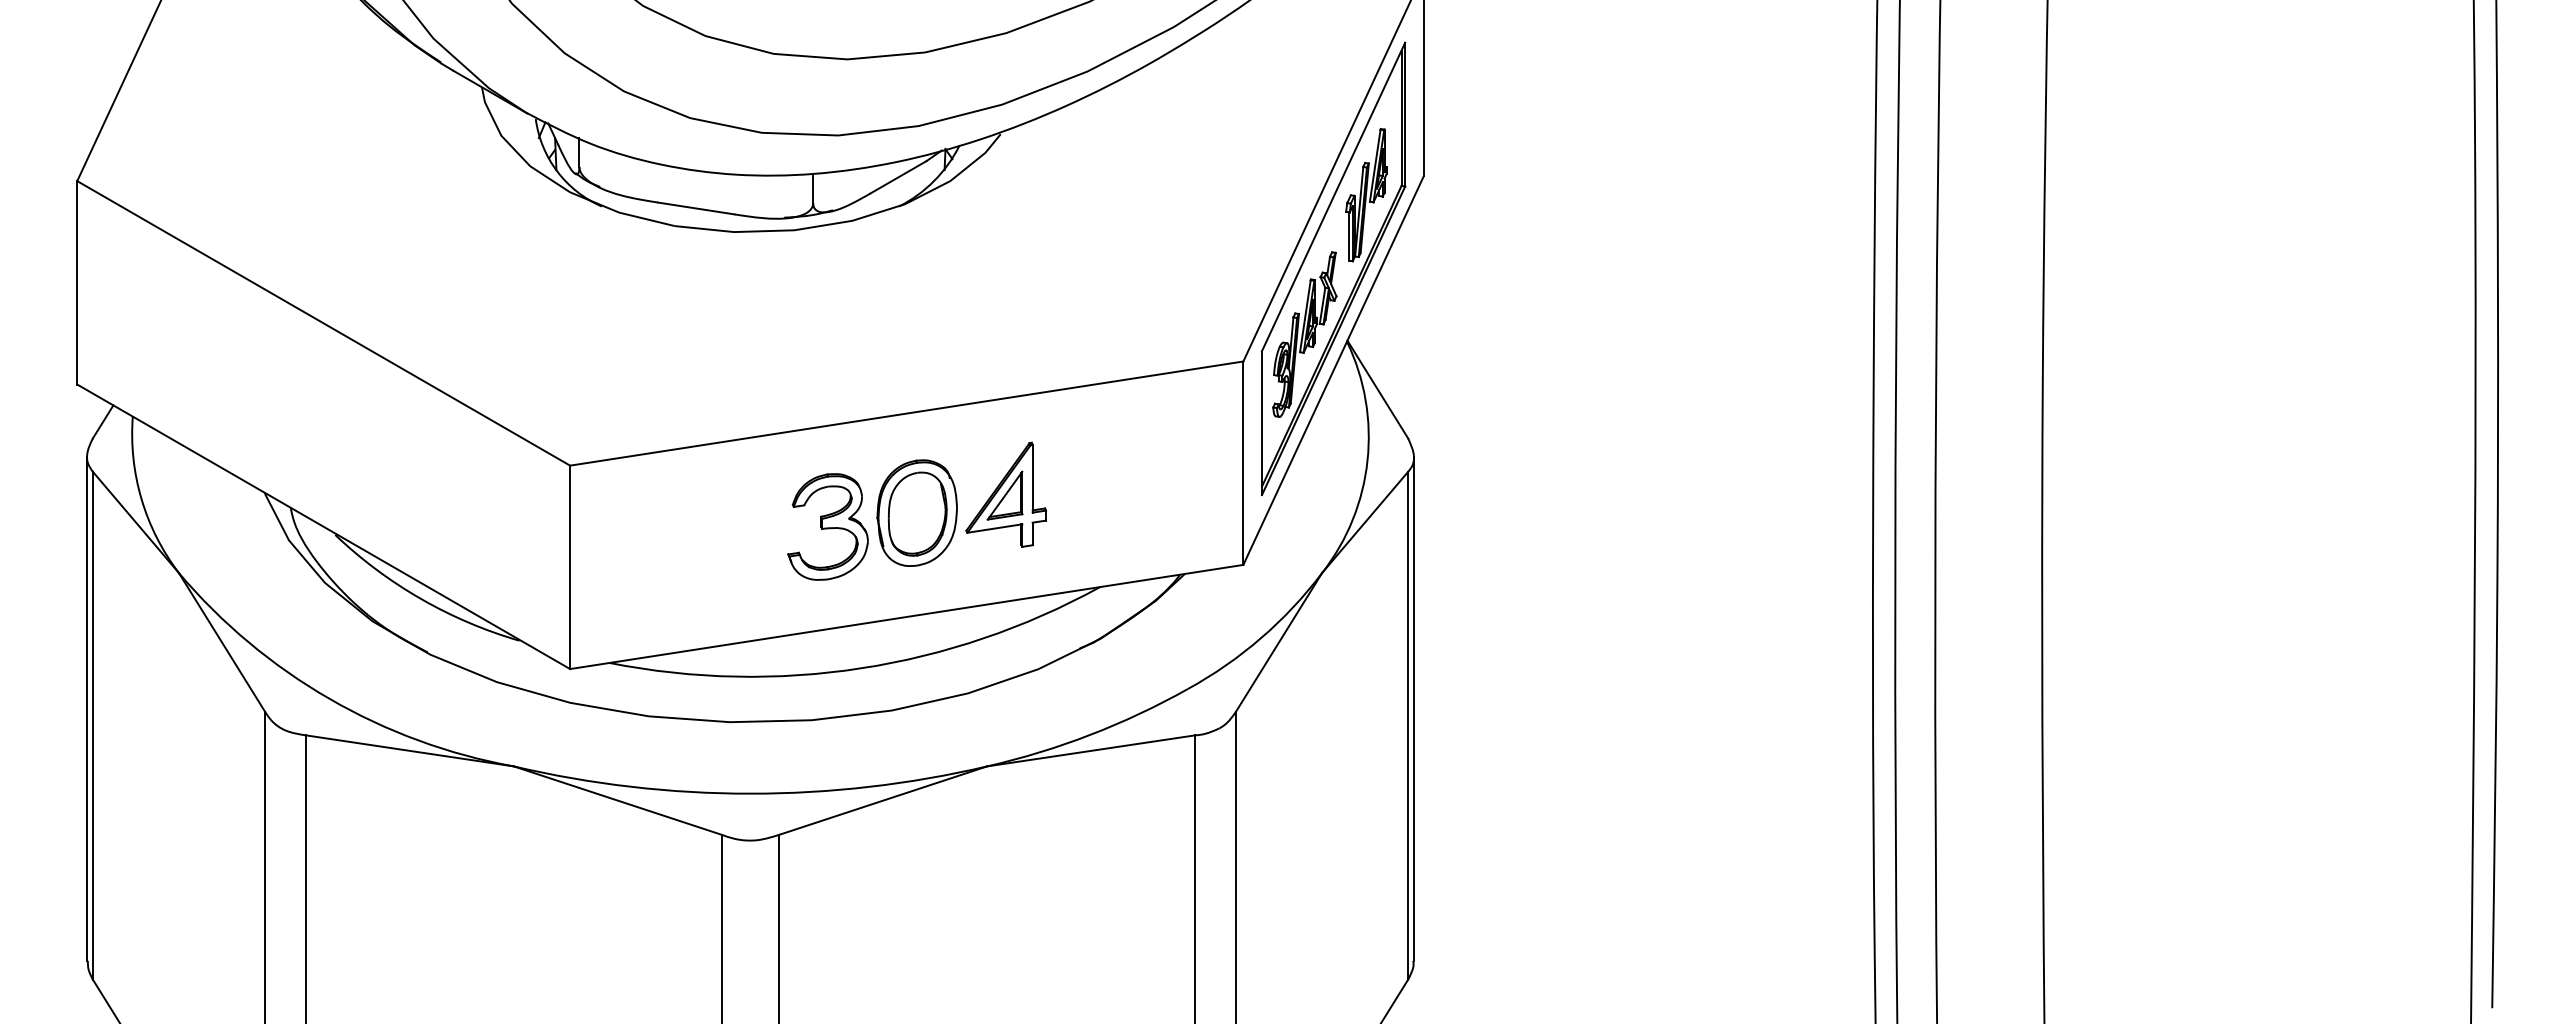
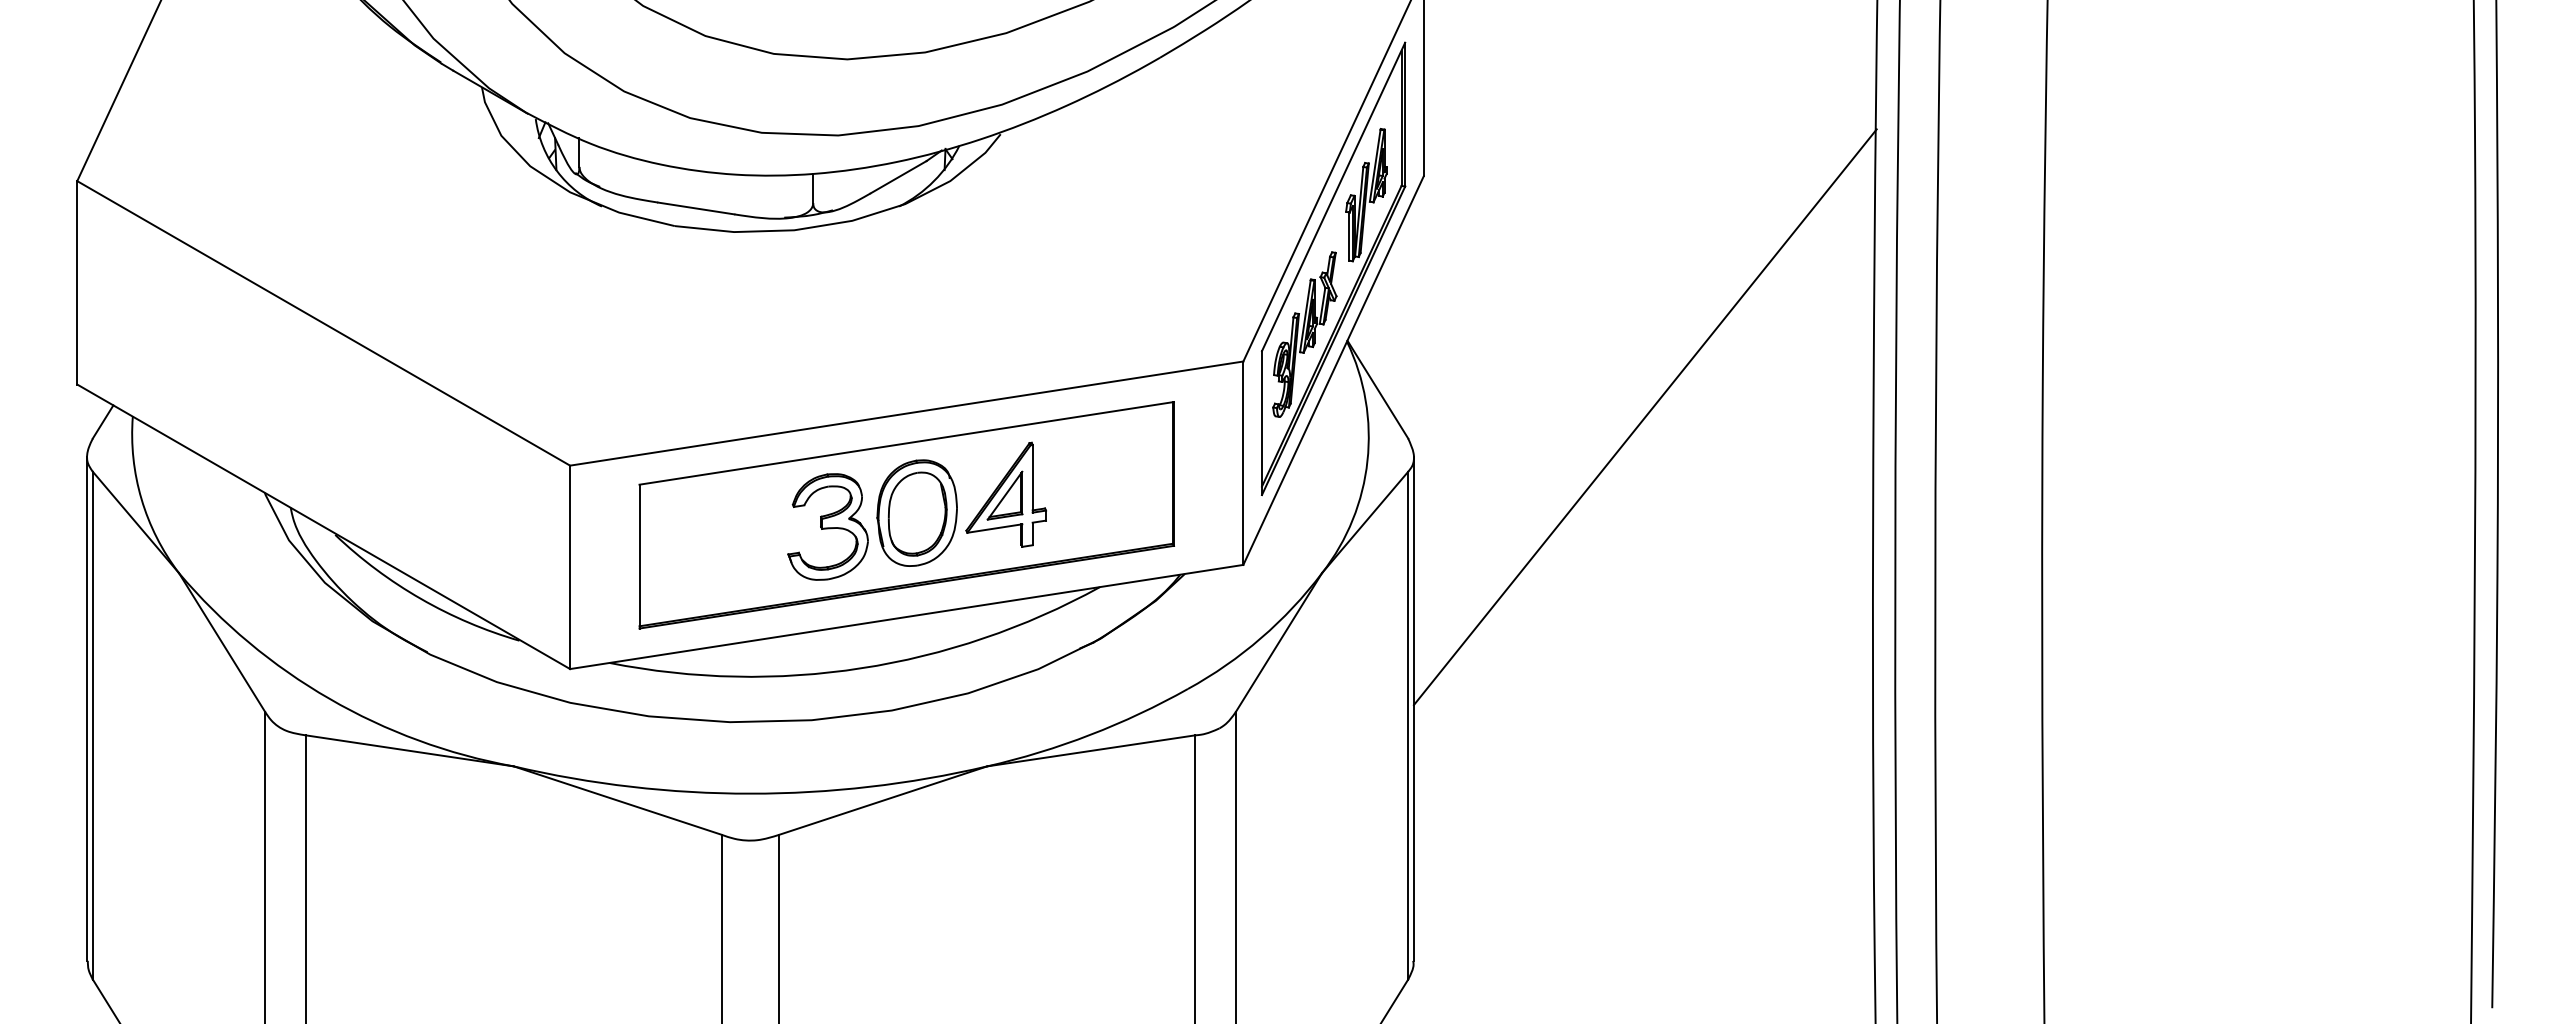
line at (1644, 417): none -> present
part at (906, 515): none -> present
